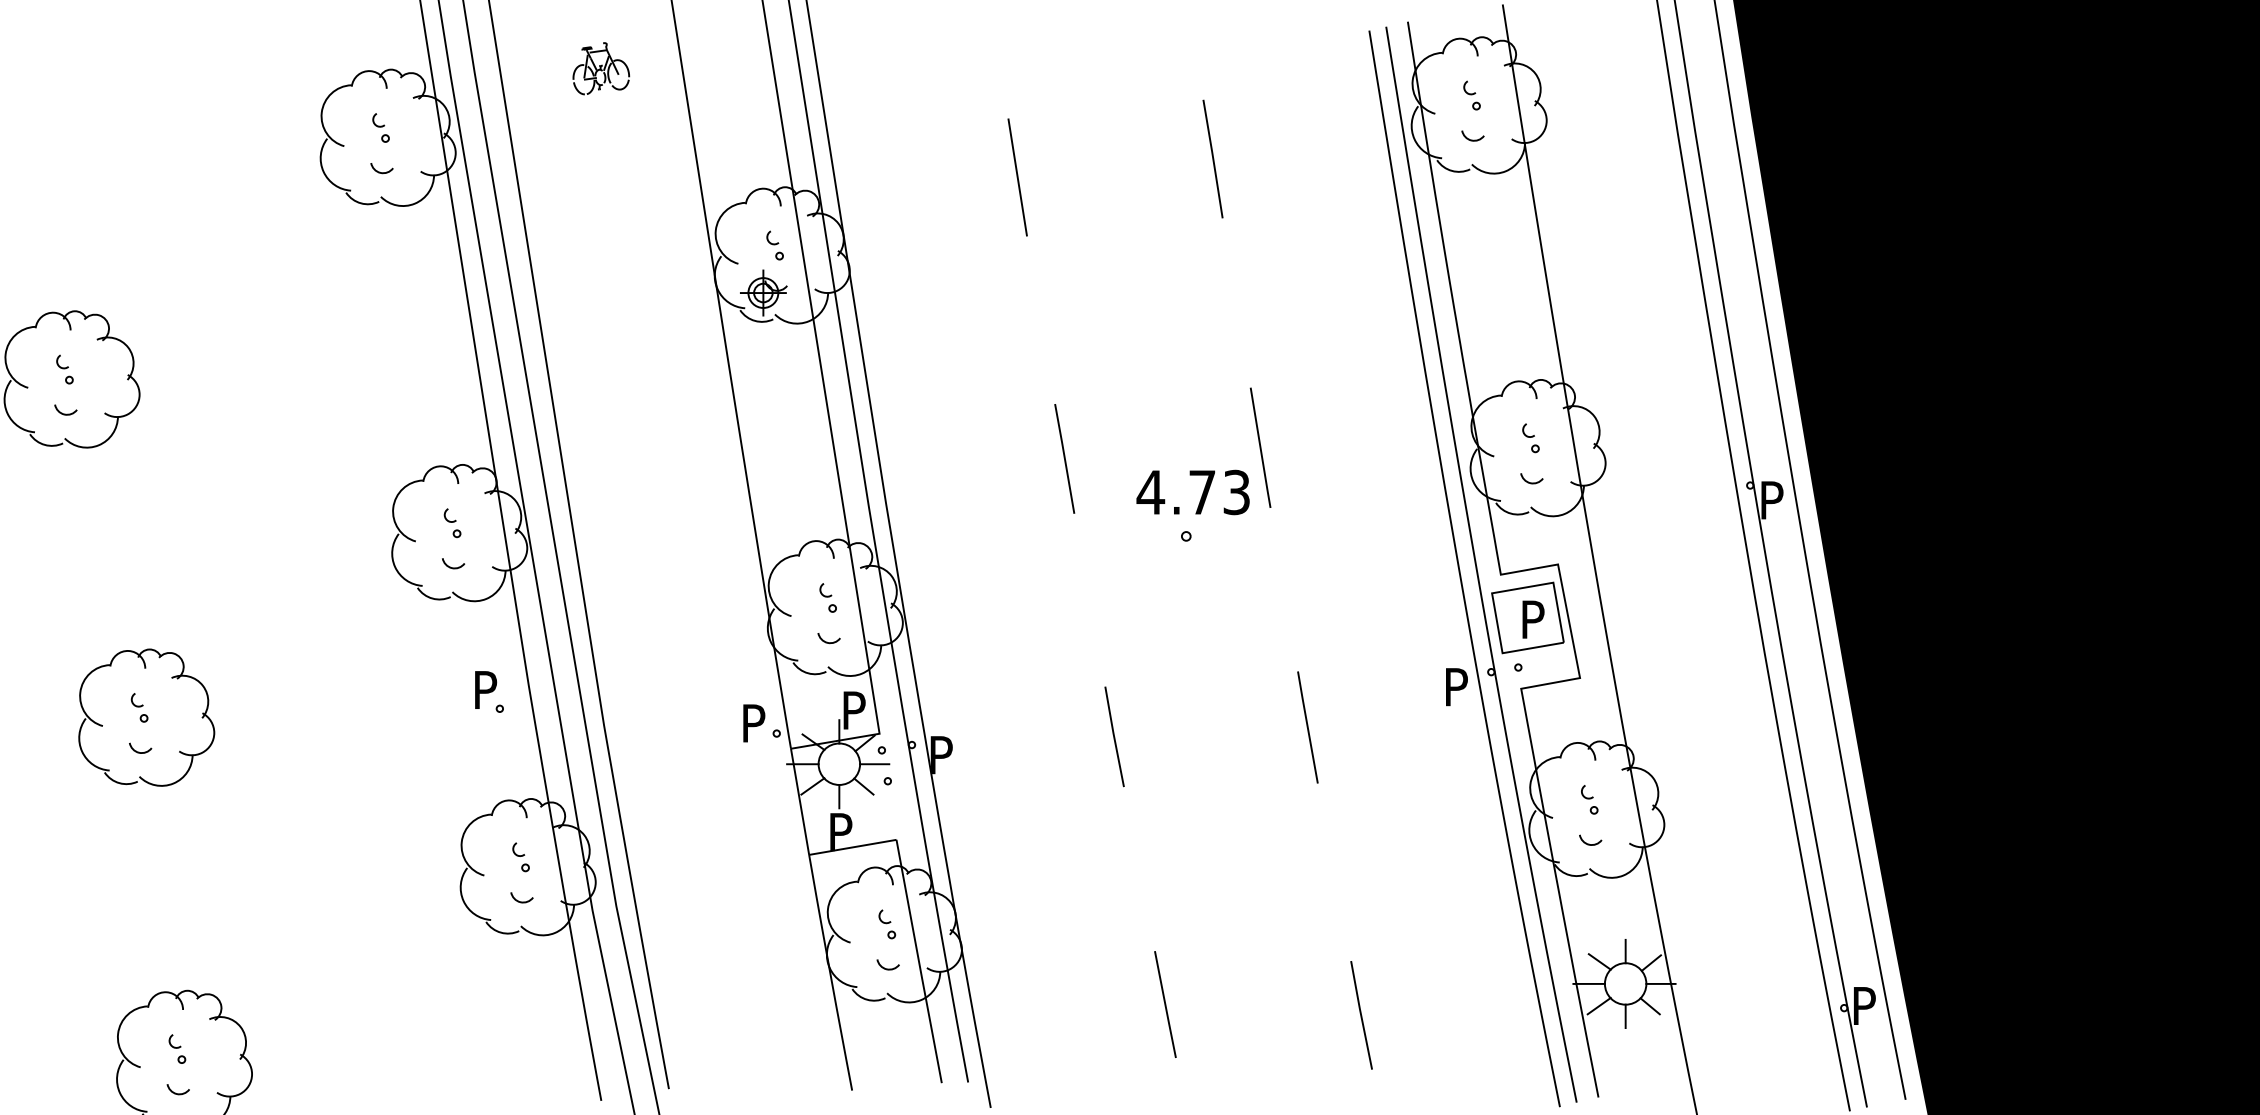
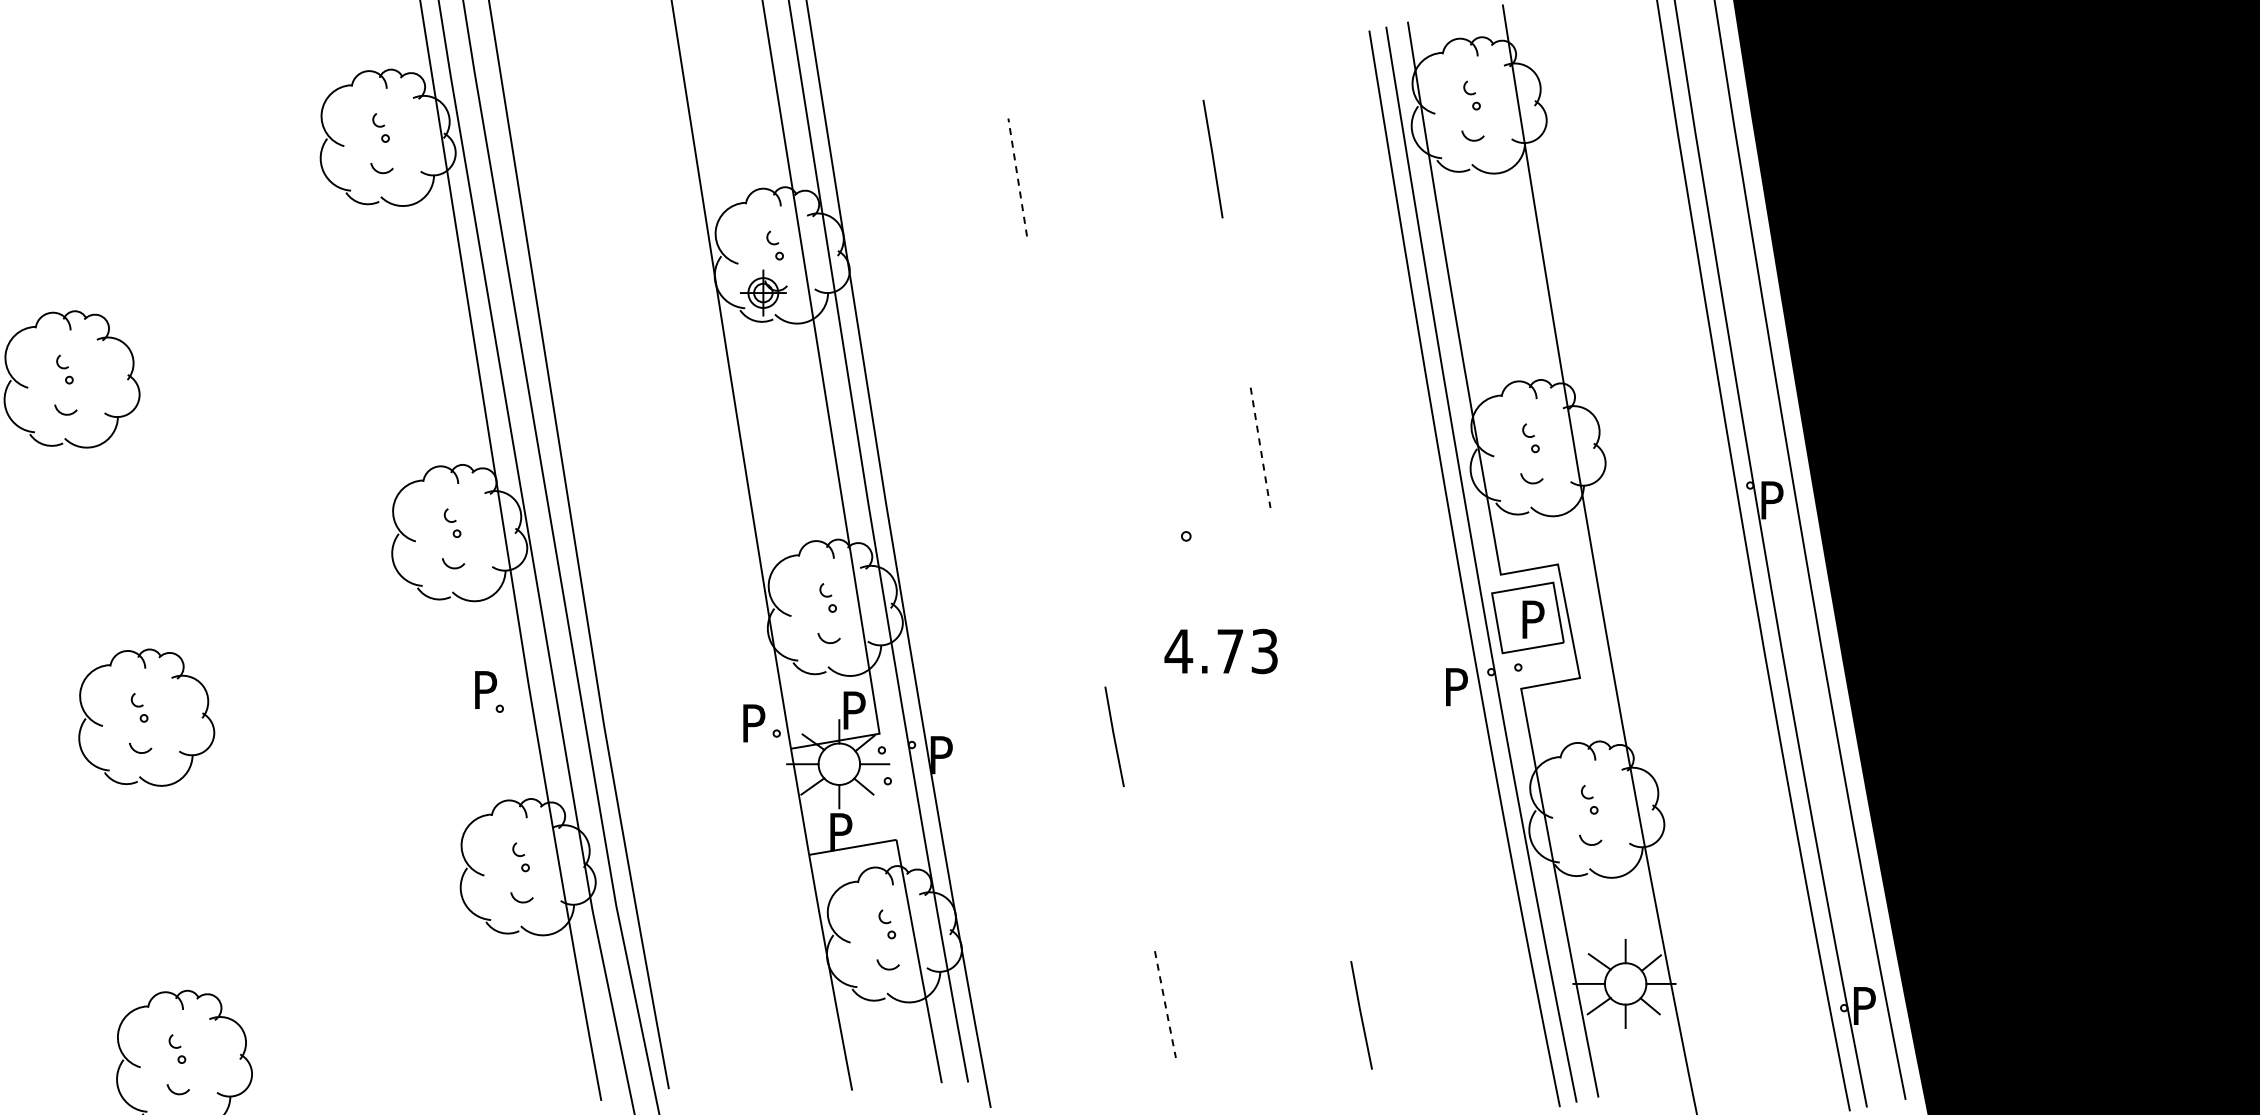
part at (601, 68): present -> none
line at (1017, 176): solid -> dashed
line at (1260, 448): solid -> dashed
line at (1064, 458): present -> none
text at (1192, 492) position: (1192, 492) -> (1220, 651)
line at (1307, 727): present -> none
line at (1165, 1005): solid -> dashed
